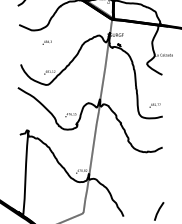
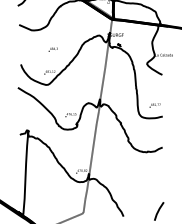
text at (46, 42) position: (46, 42) -> (52, 49)
